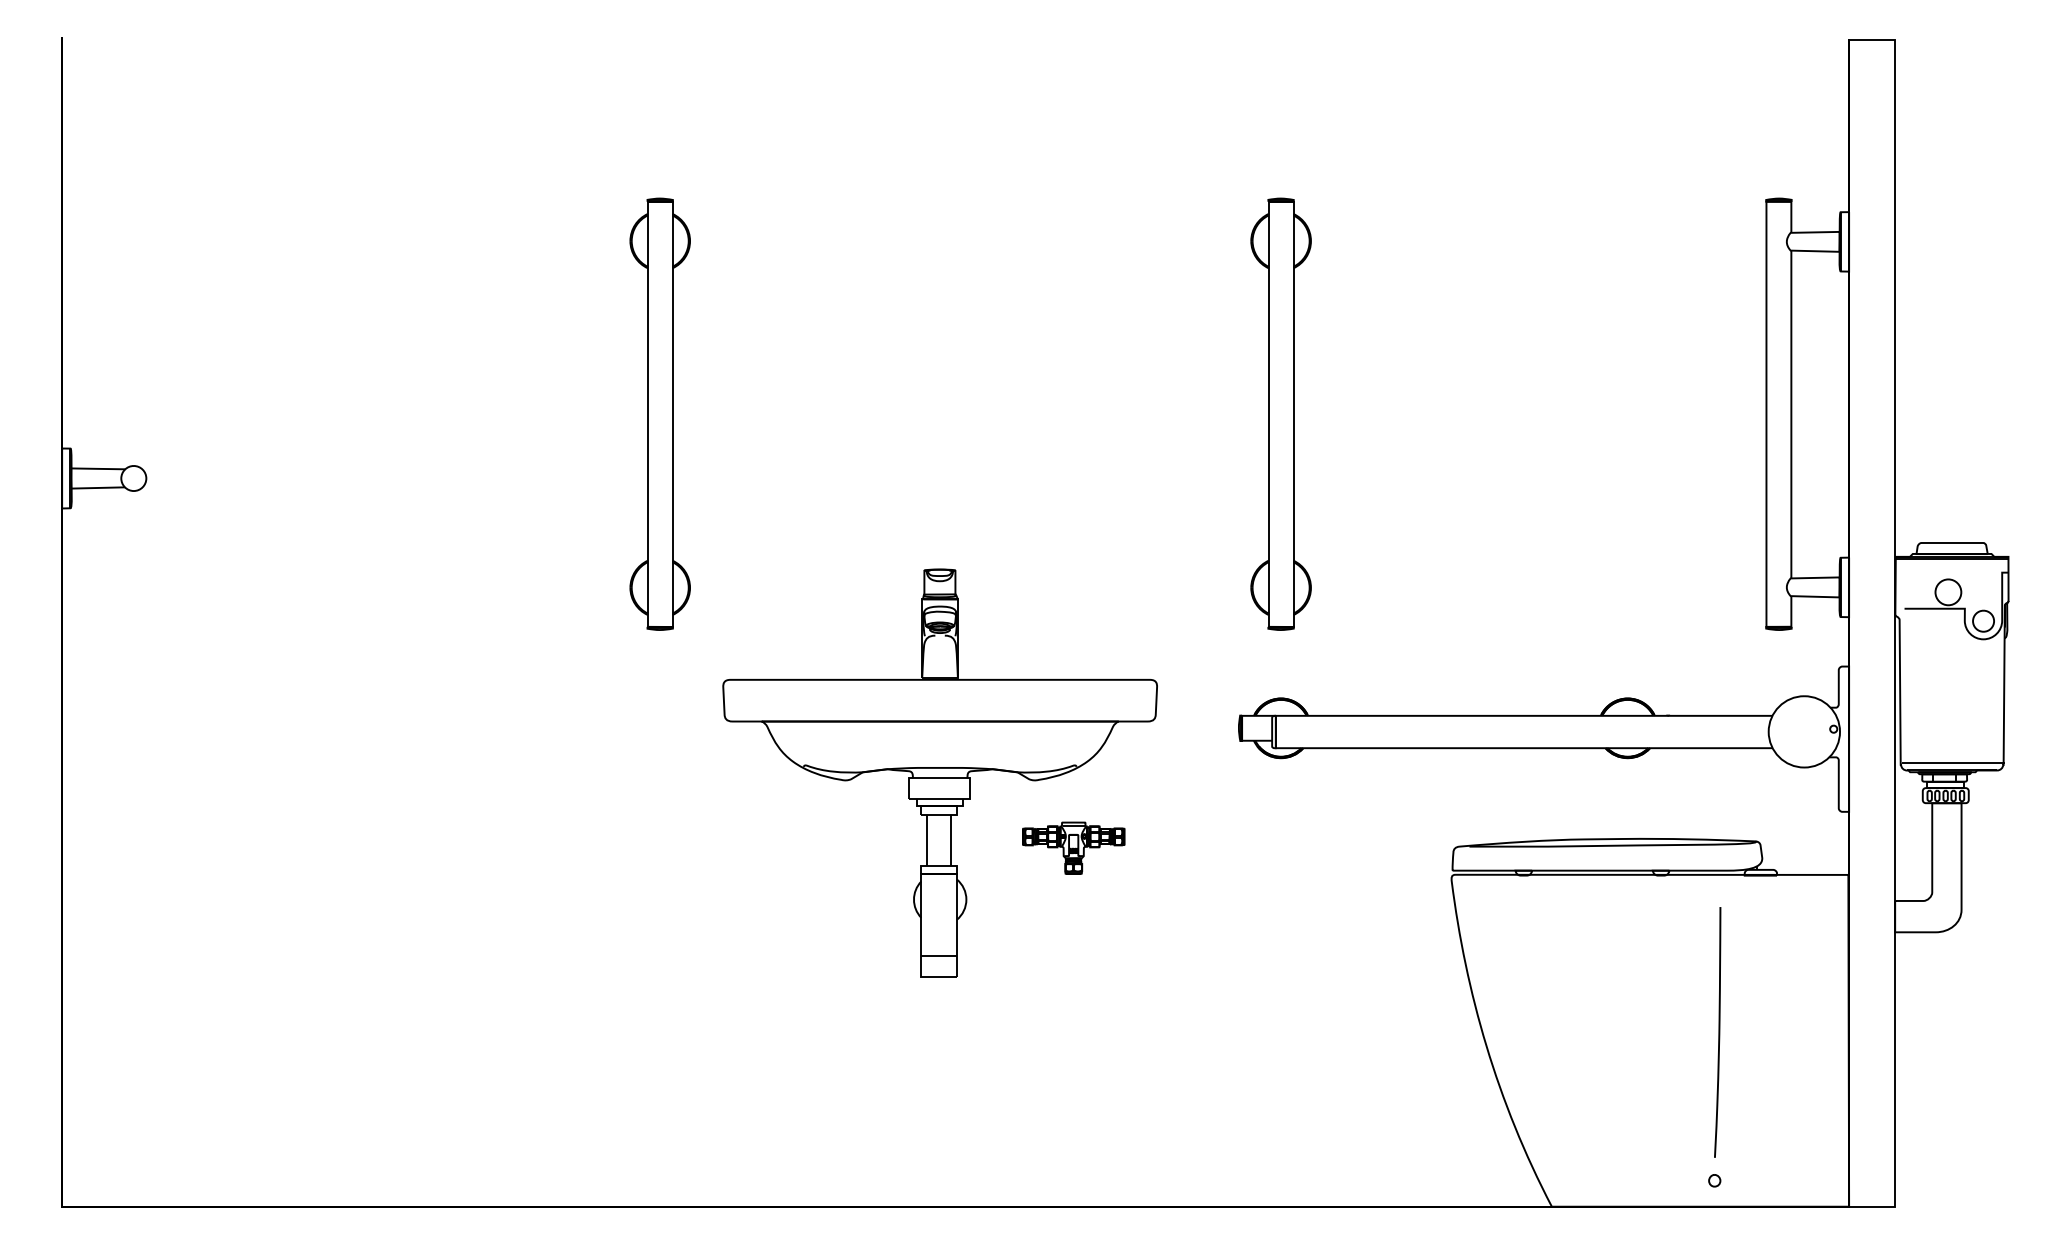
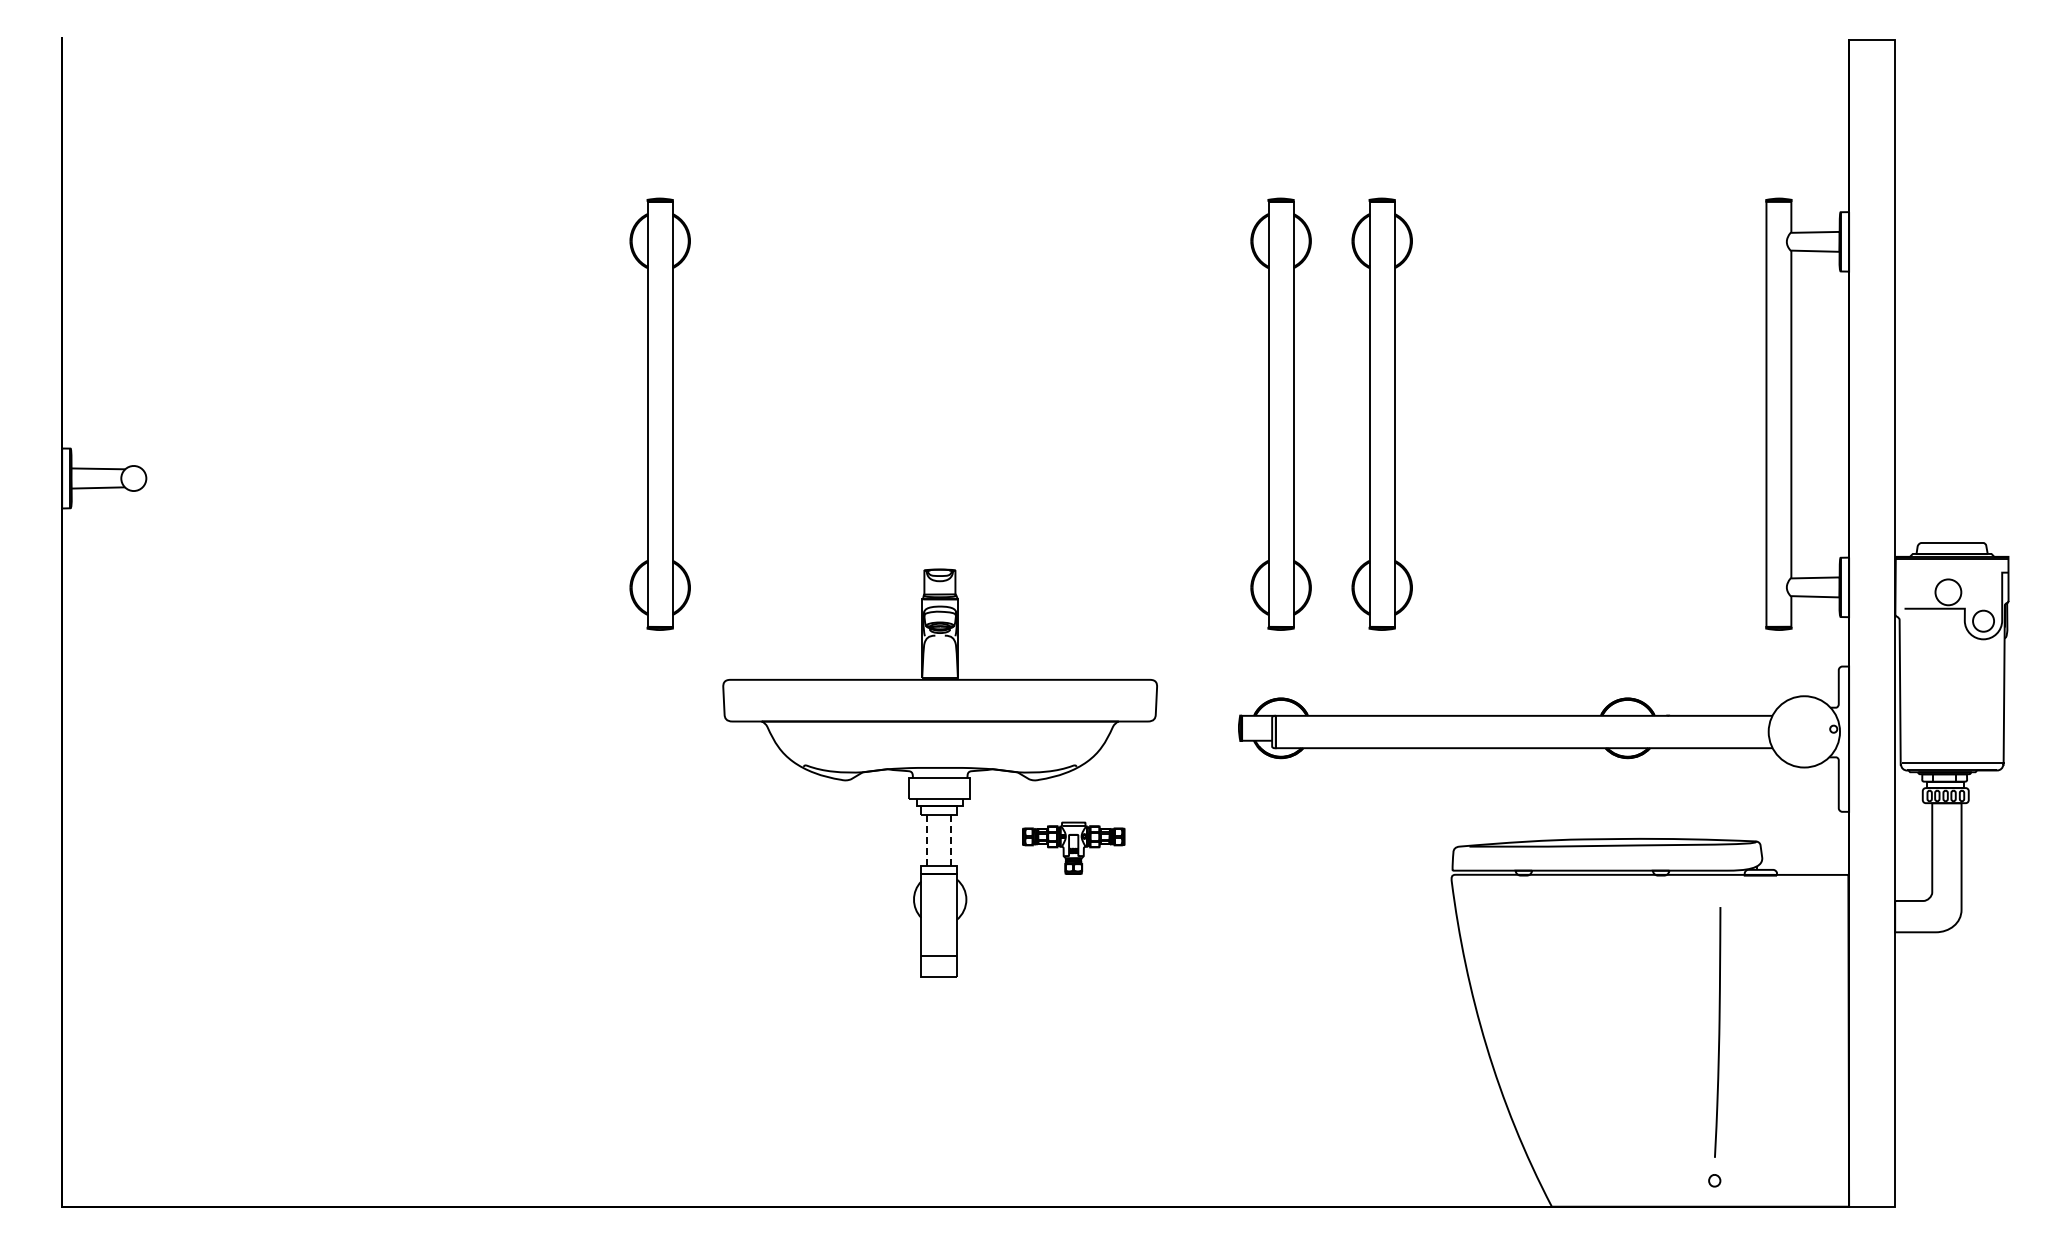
part at (1381, 413): none -> present
line at (950, 839): solid -> dashed
line at (927, 840): solid -> dashed
